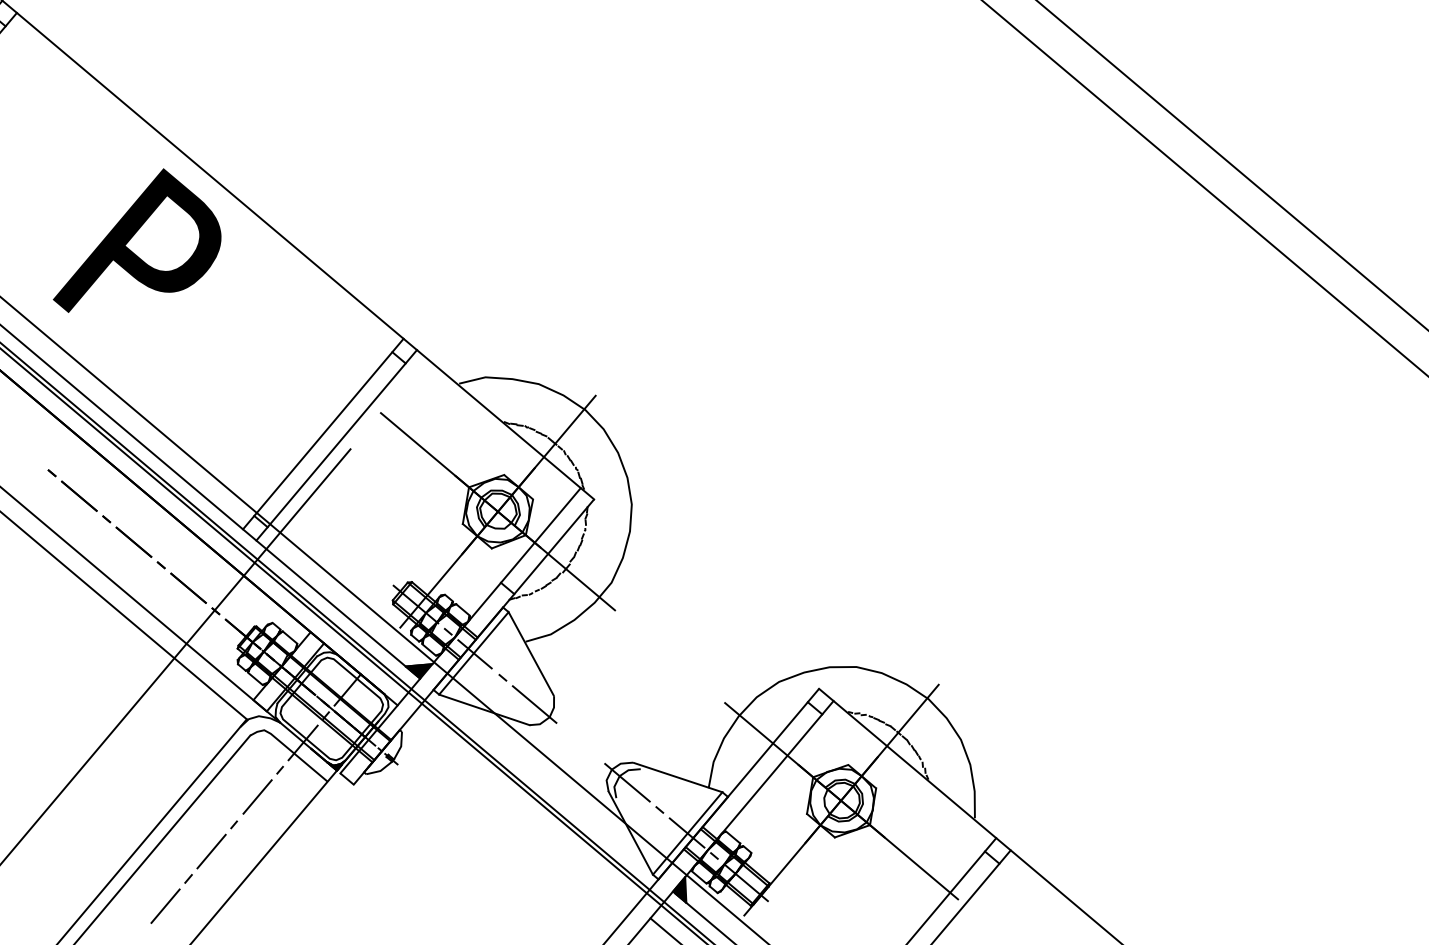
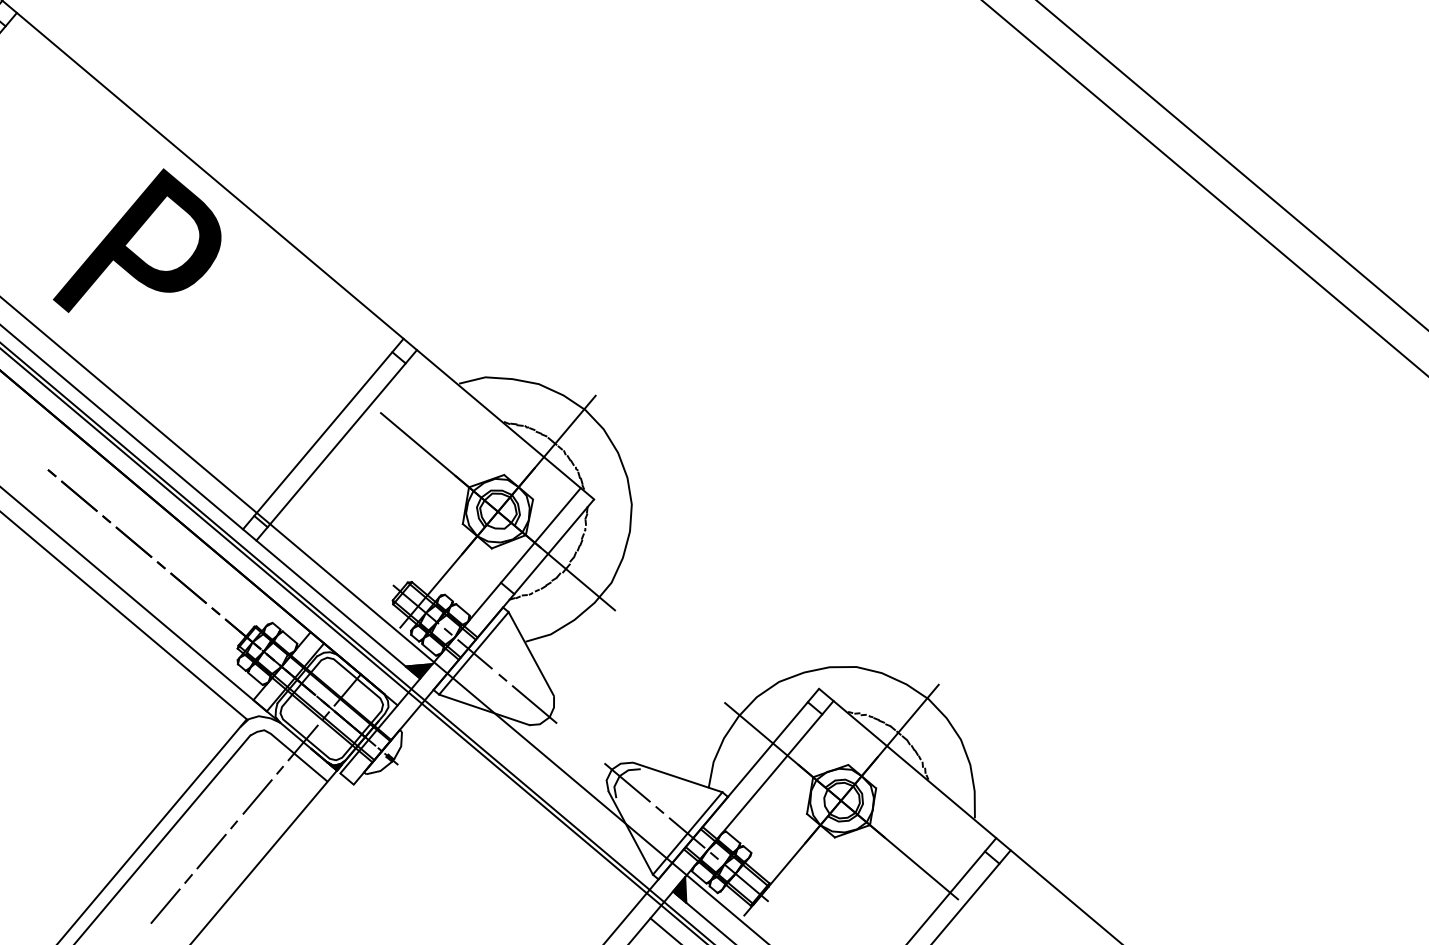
line at (176, 655): present -> none
